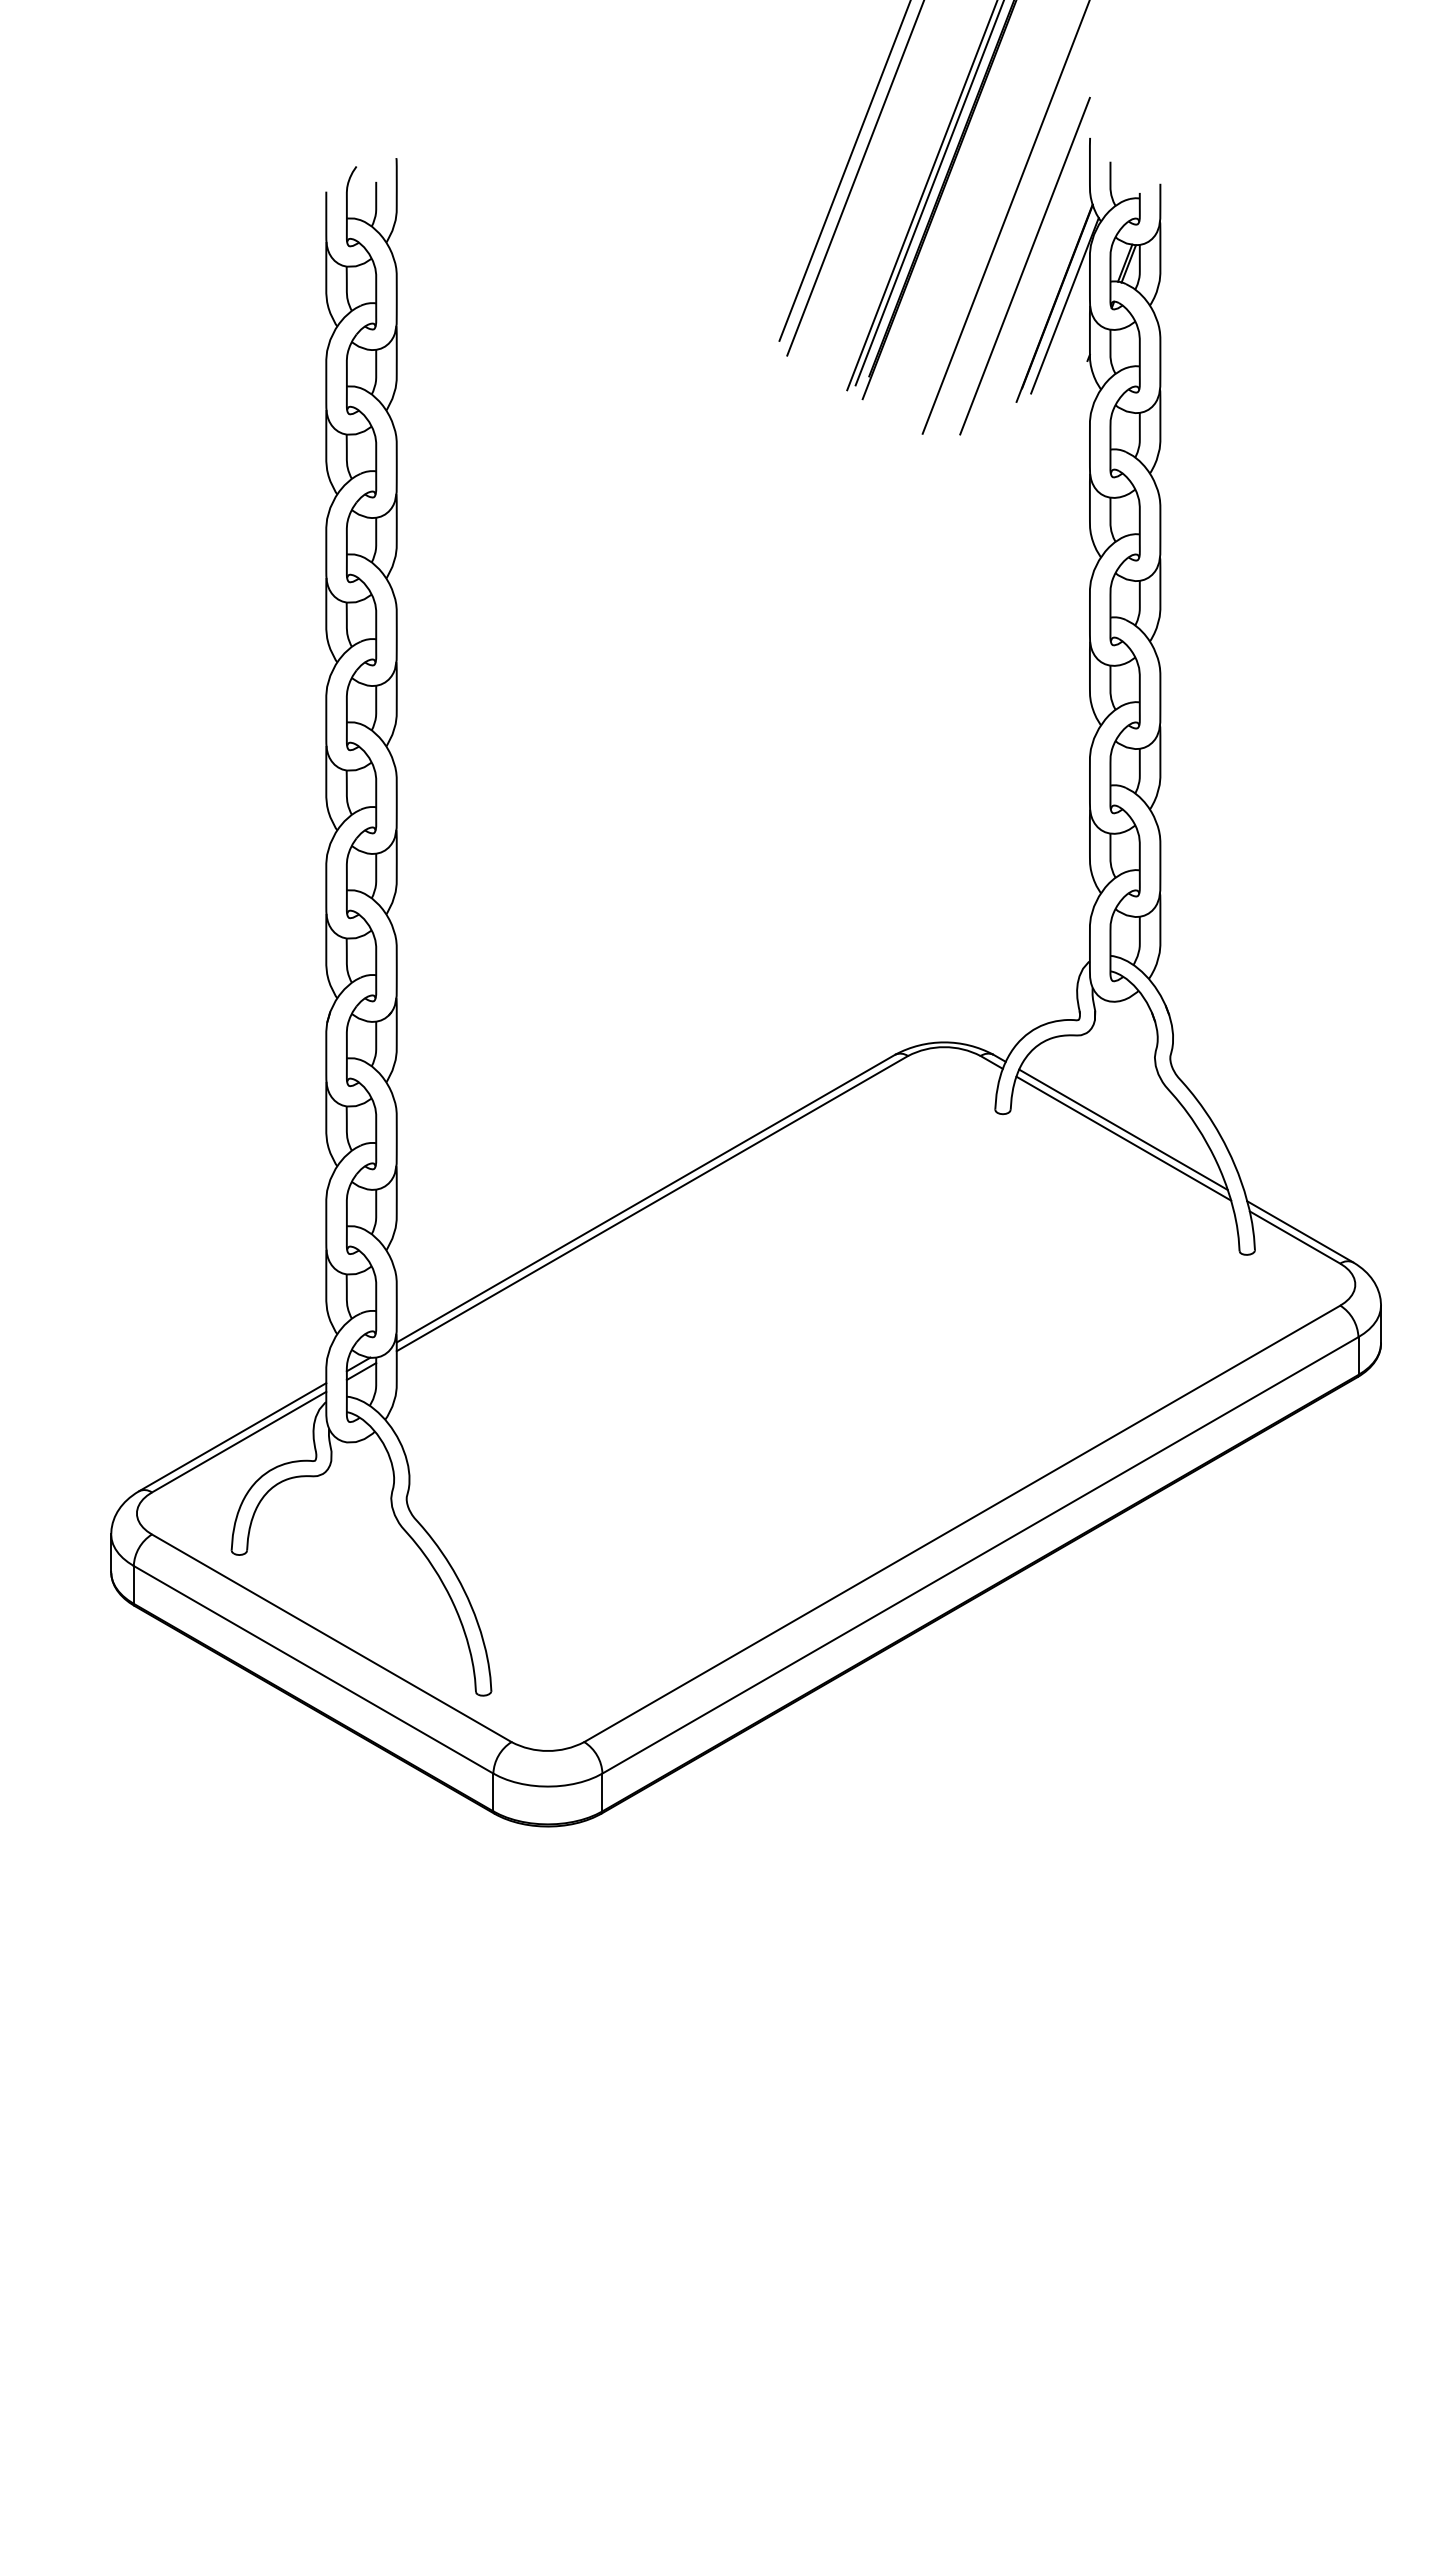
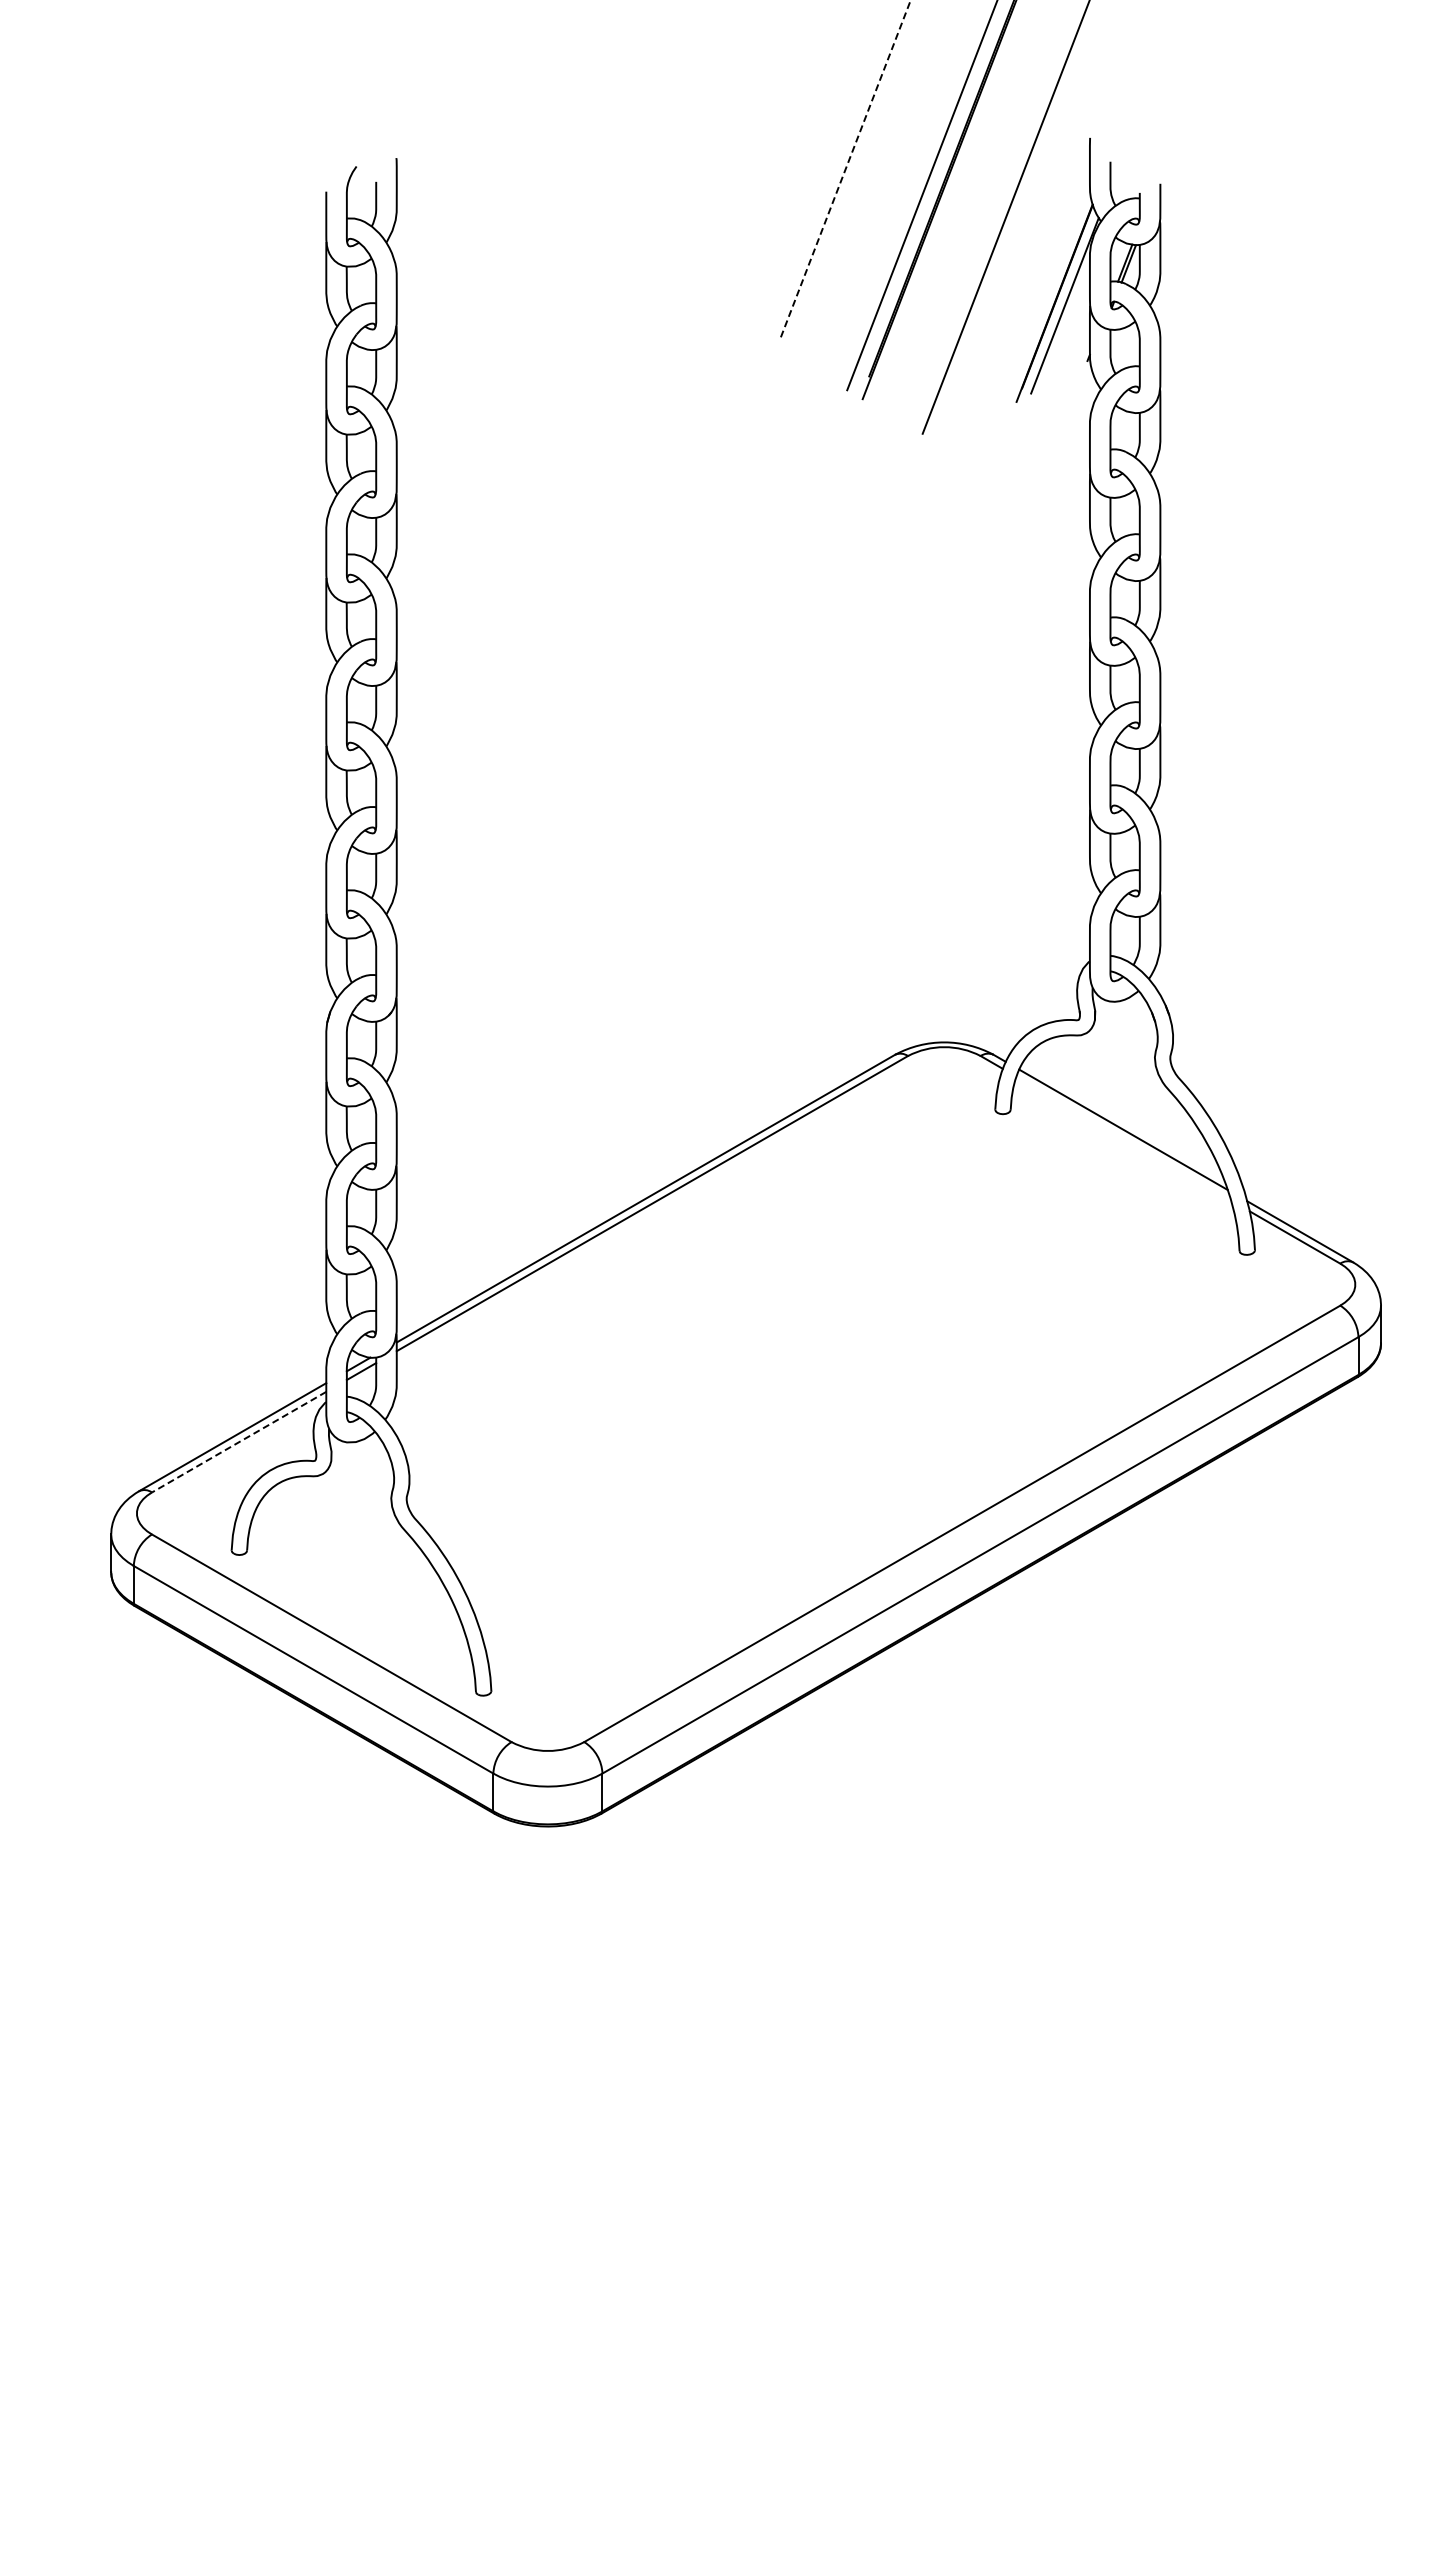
line at (844, 171): solid -> dashed
line at (855, 178): present -> none
line at (929, 193): present -> none
line at (1024, 265): present -> none
line at (1123, 1138): present -> none
line at (239, 1442): solid -> dashed
